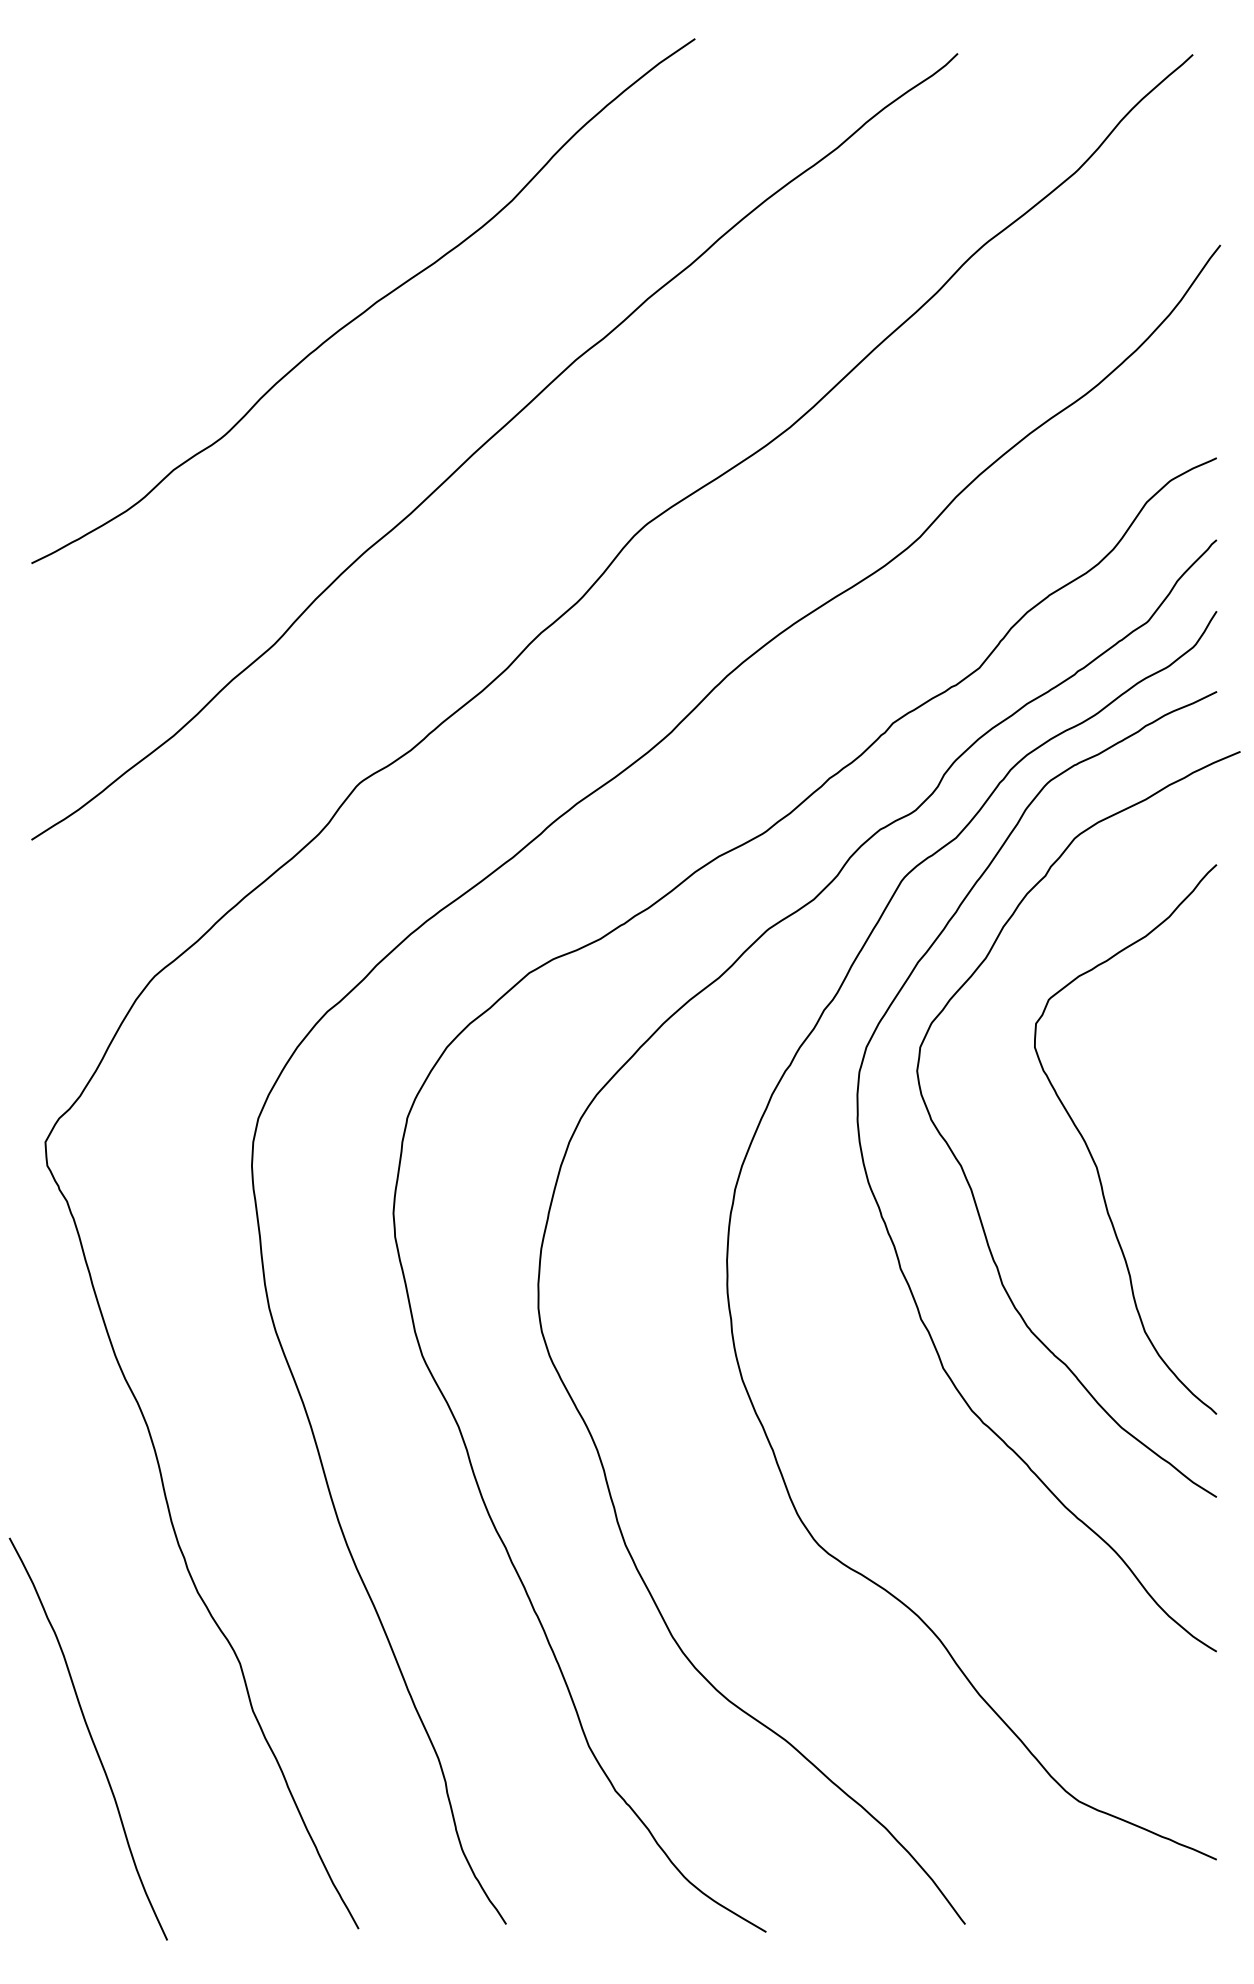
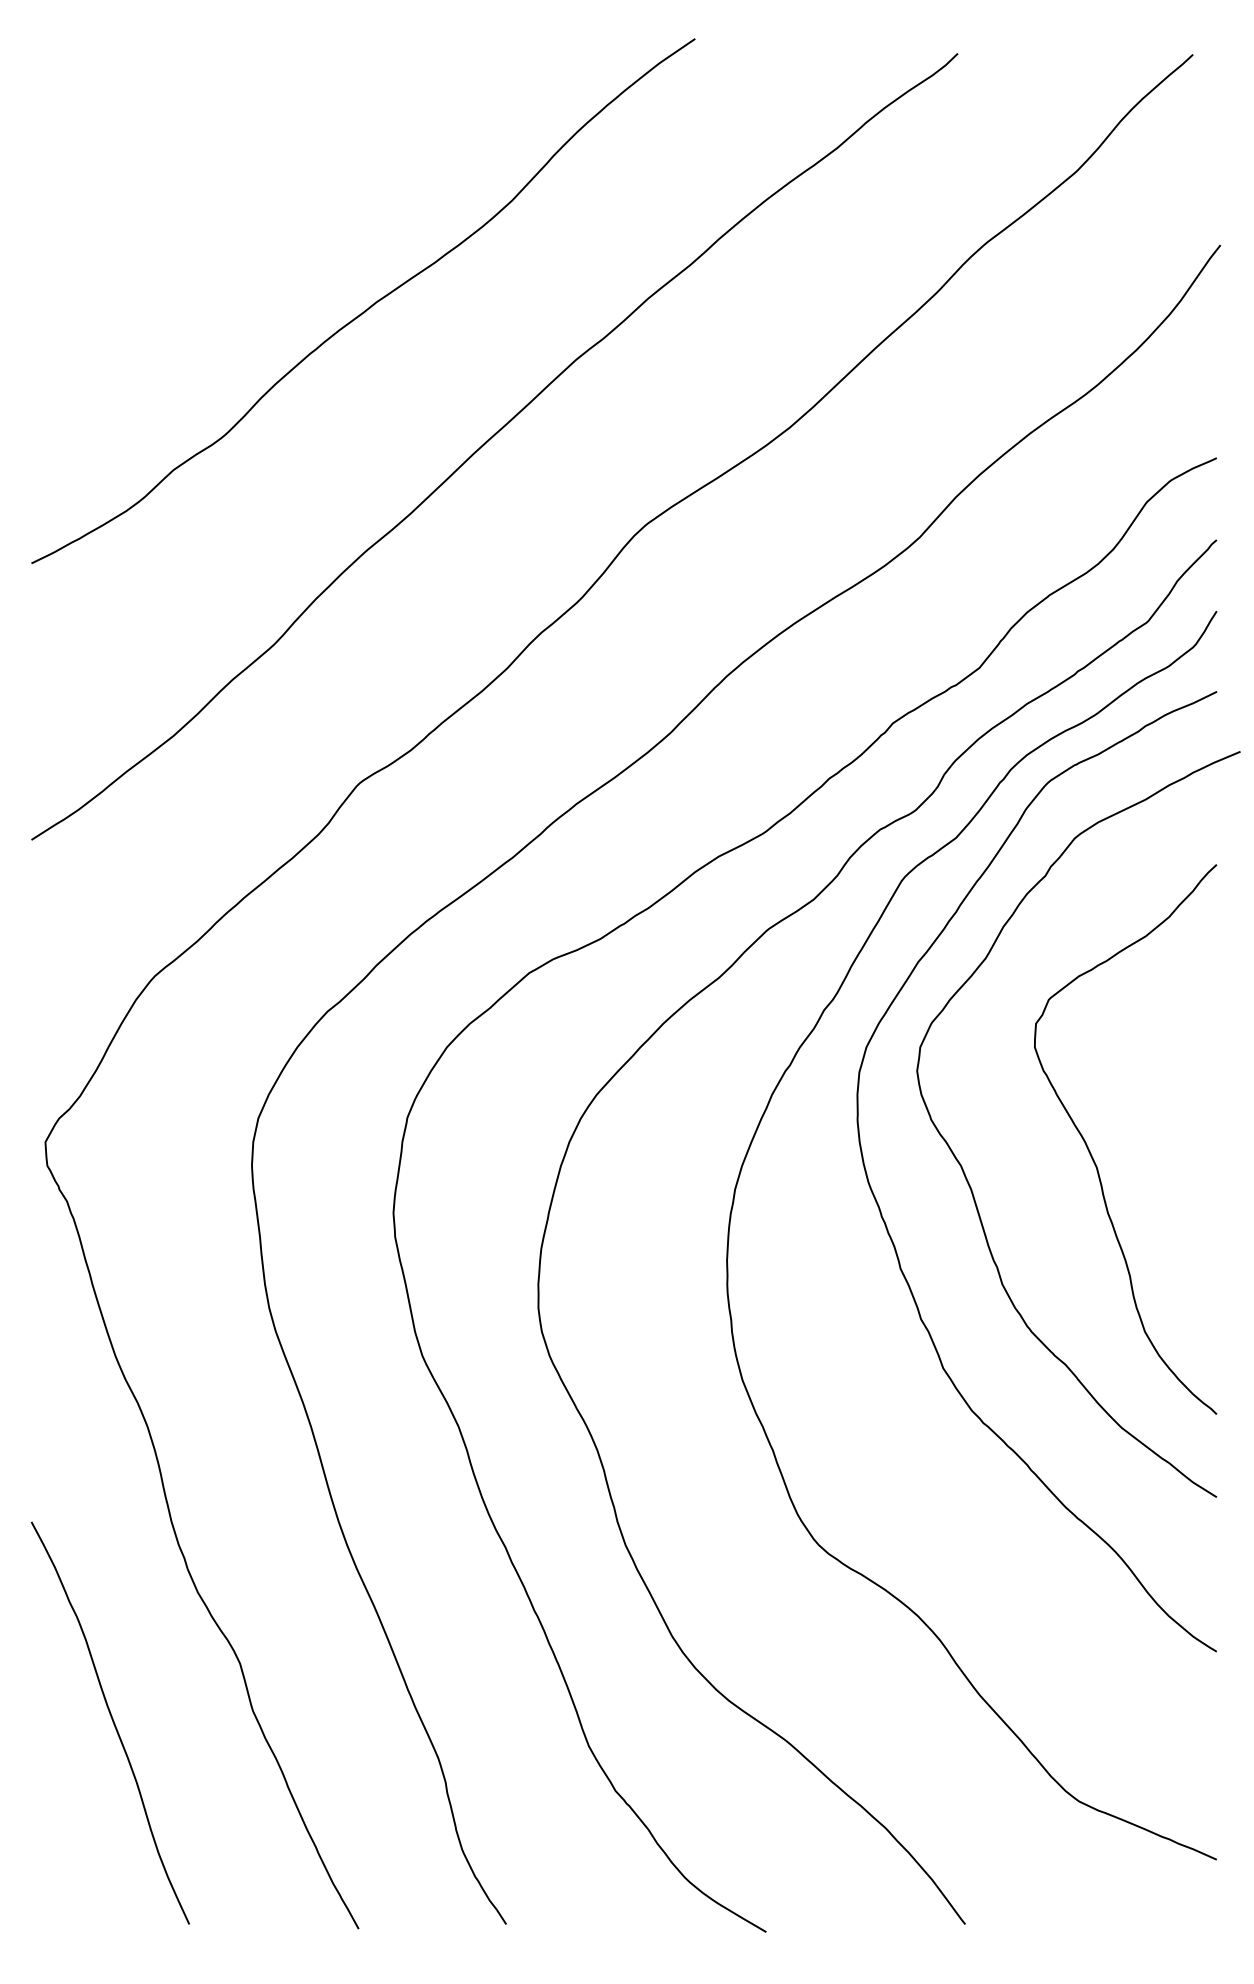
curve at (90, 1738) position: (90, 1738) -> (112, 1722)
